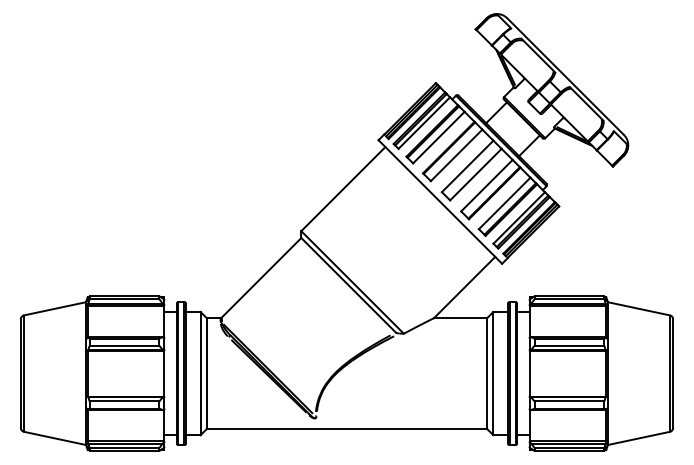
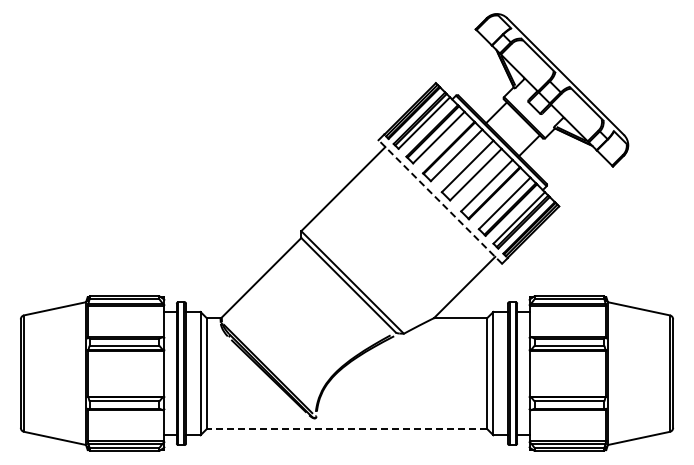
line at (439, 201): solid -> dashed
line at (346, 429): solid -> dashed
